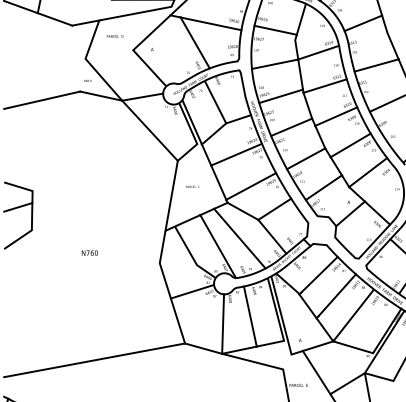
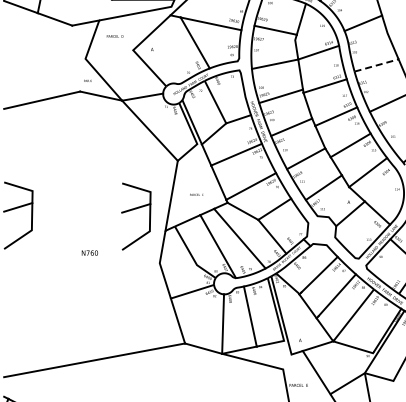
line at (376, 65): solid -> dashed
text at (192, 186) position: (192, 186) -> (196, 194)
part at (133, 210): none -> present
